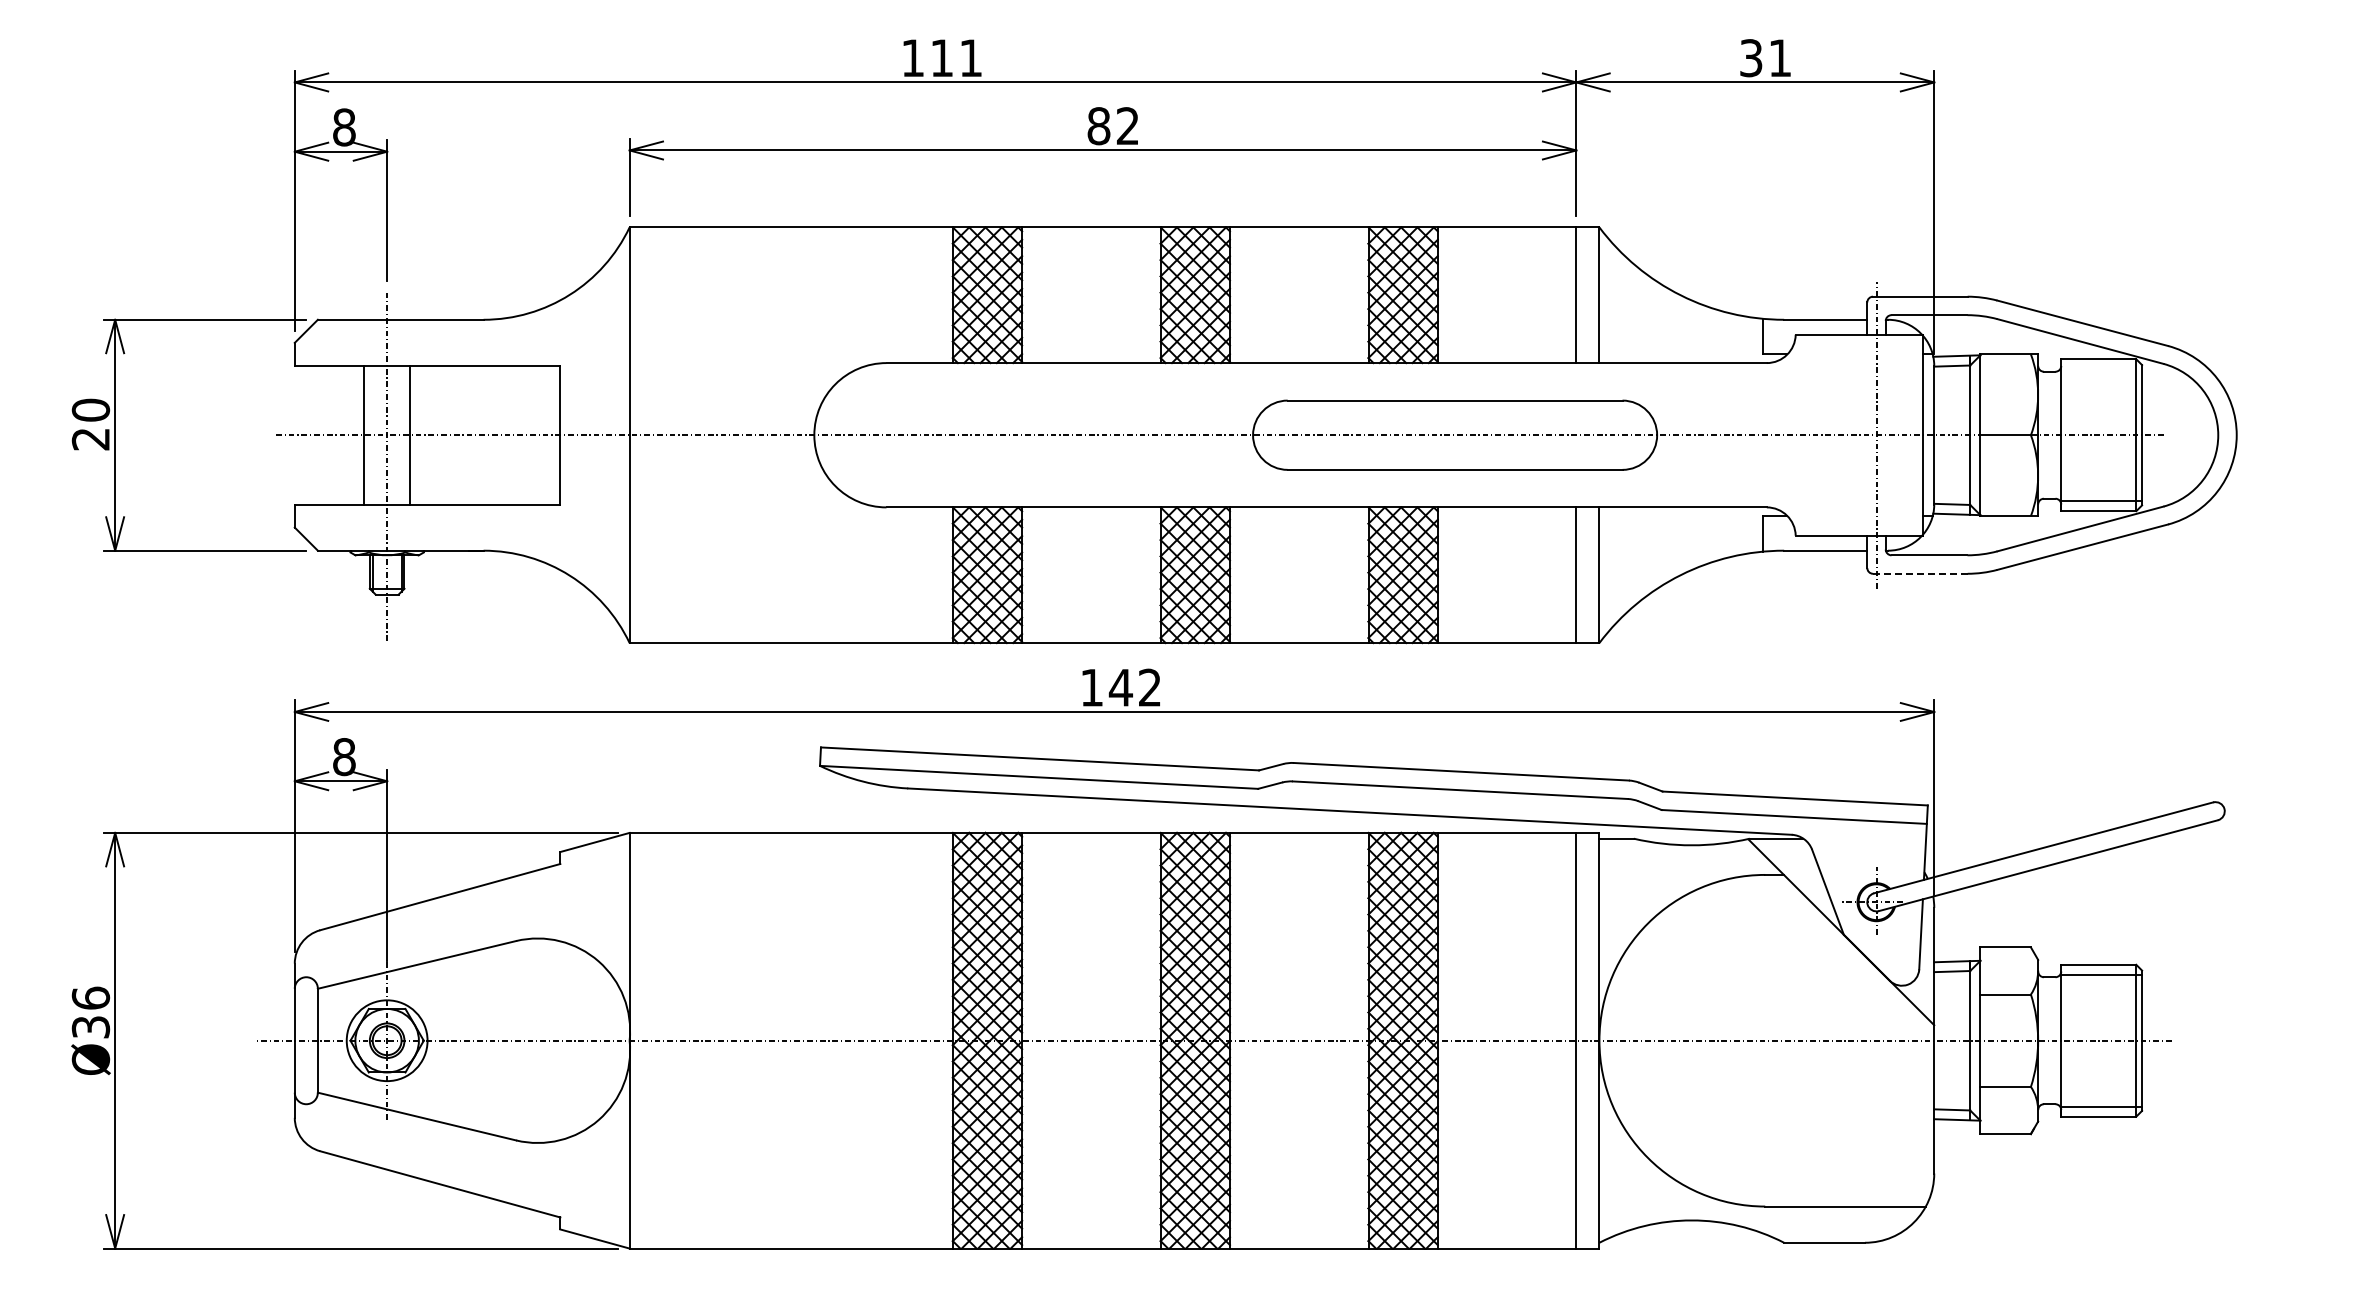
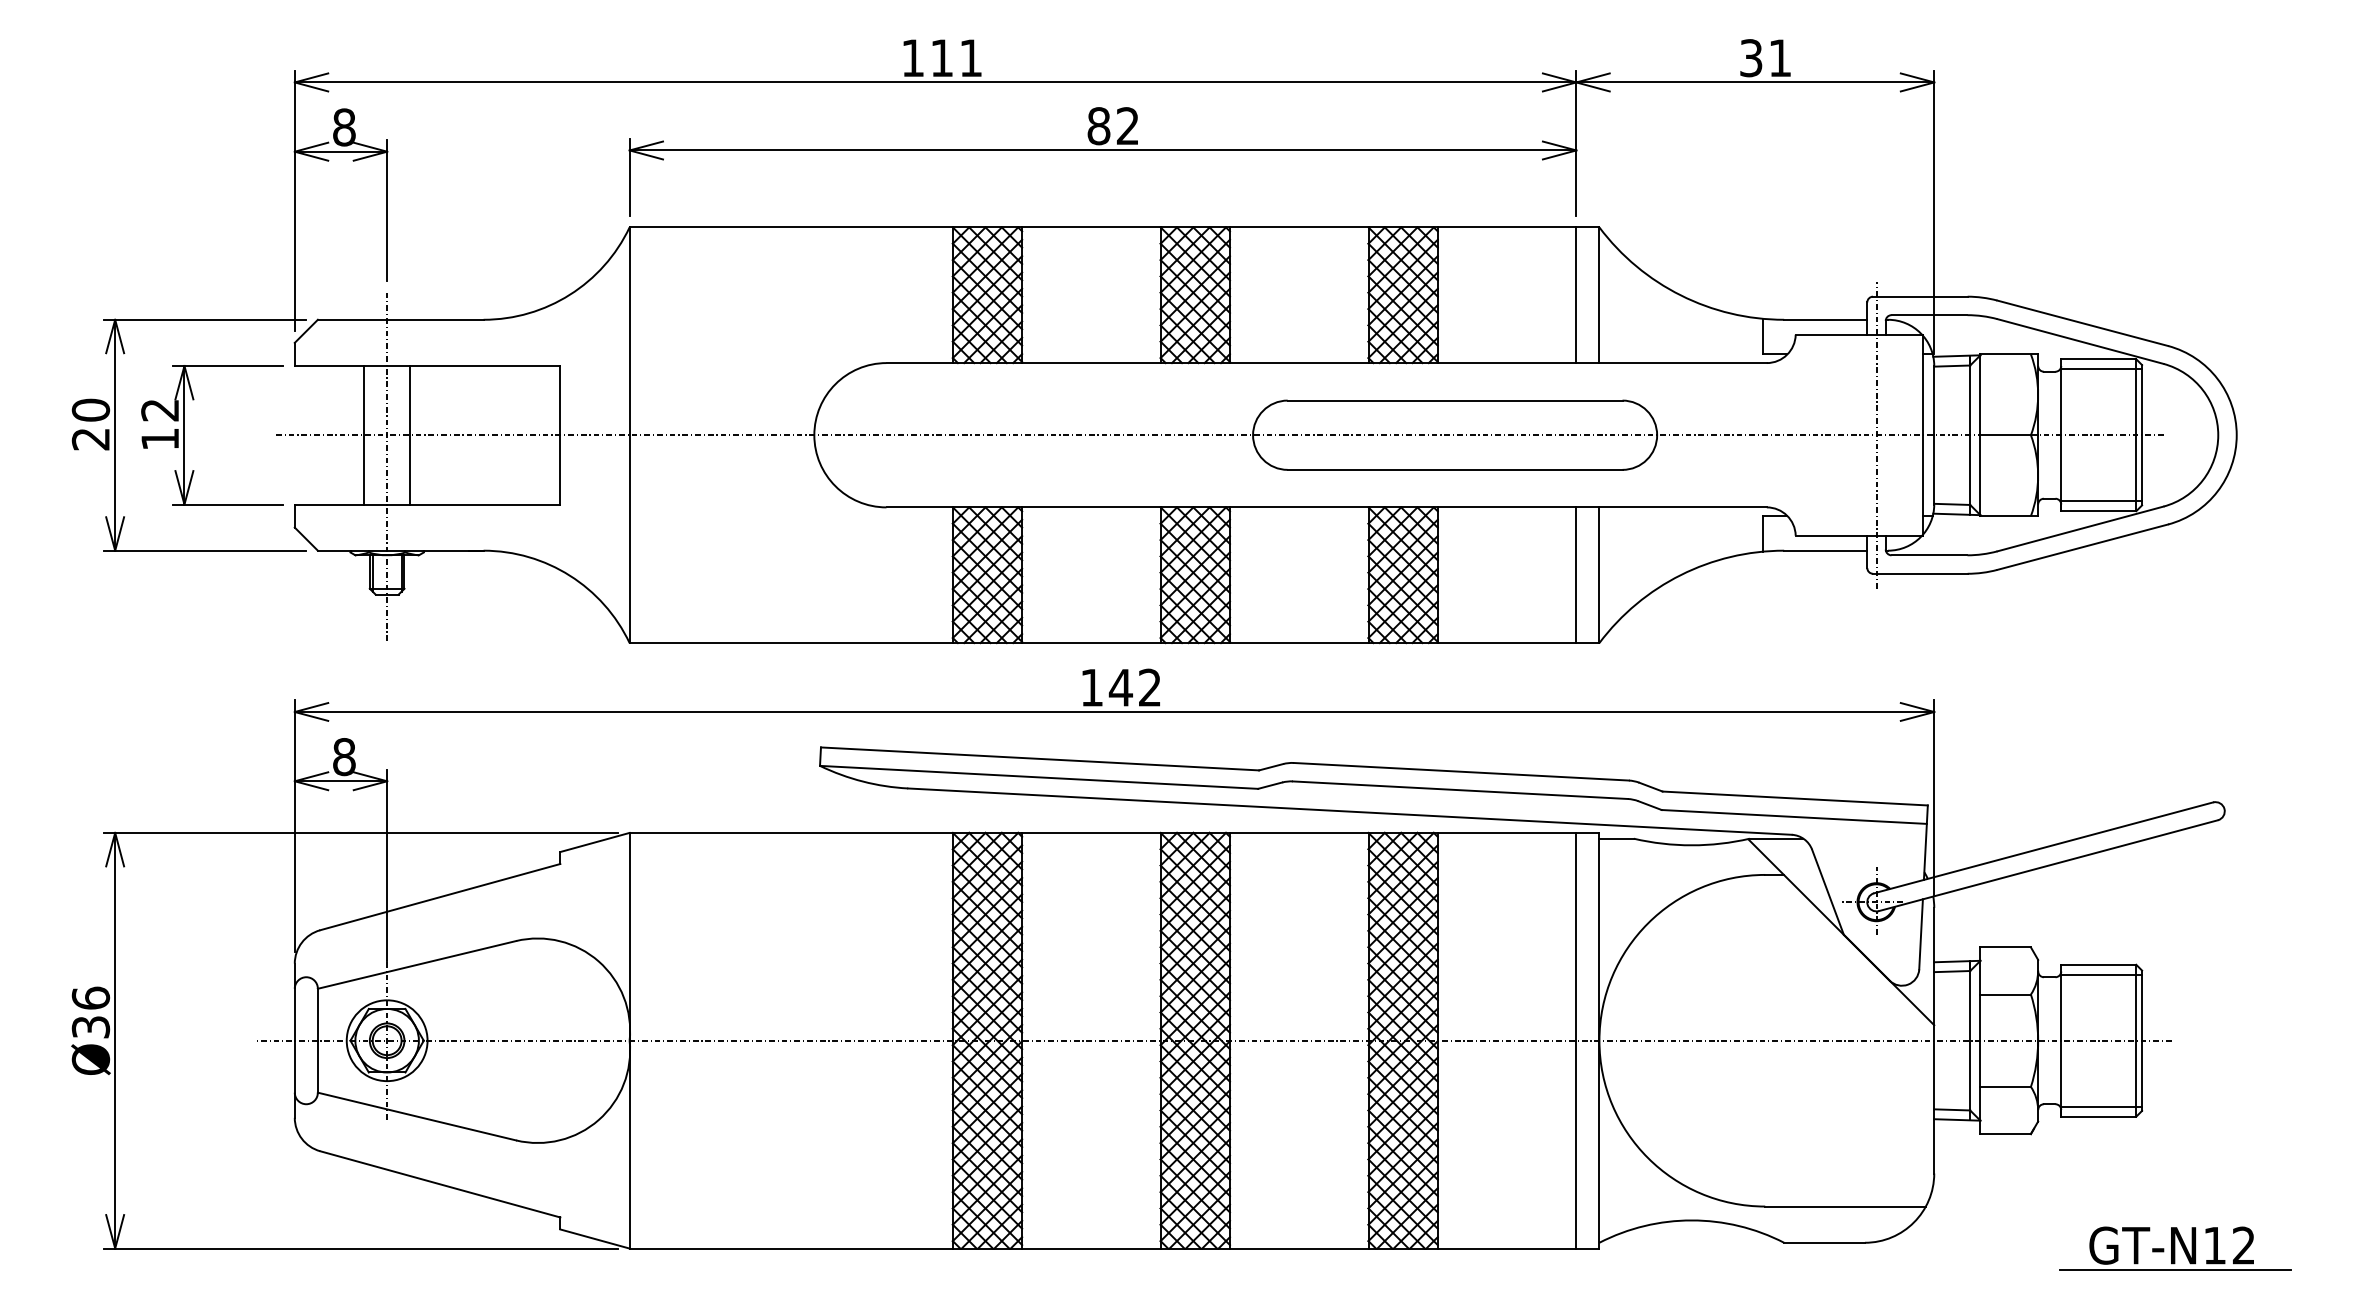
line at (2101, 369): none -> present
part at (184, 435): none -> present
line at (1919, 573): dashed -> solid
part at (2175, 1248): none -> present
